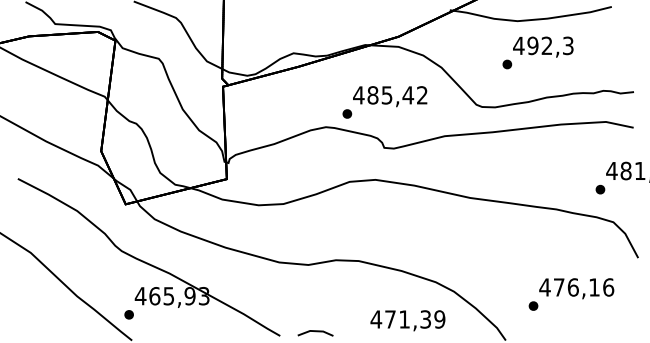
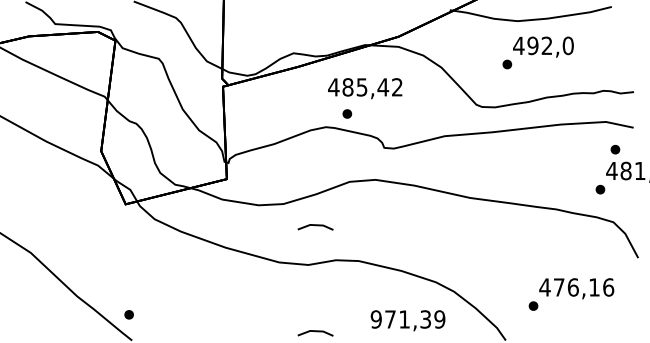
text at (567, 45): 492,3 -> 492,0
text at (390, 96) position: (390, 96) -> (365, 88)
part at (615, 149): none -> present
line at (315, 226): none -> present
part at (148, 257): present -> none
text at (376, 319): 471,39 -> 971,39
